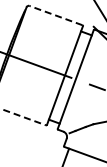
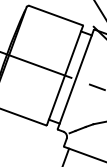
line at (55, 15): dashed -> solid
line at (23, 117): dashed -> solid
